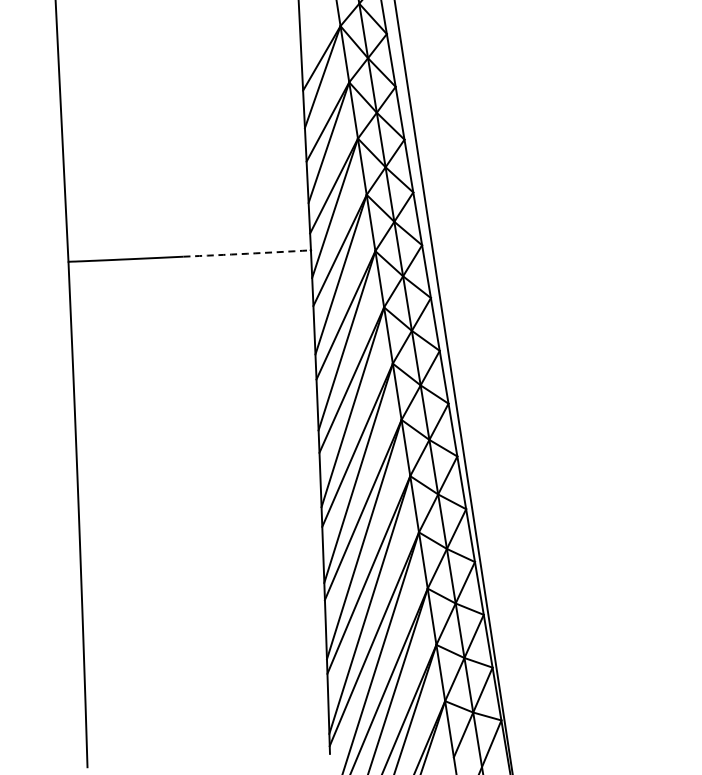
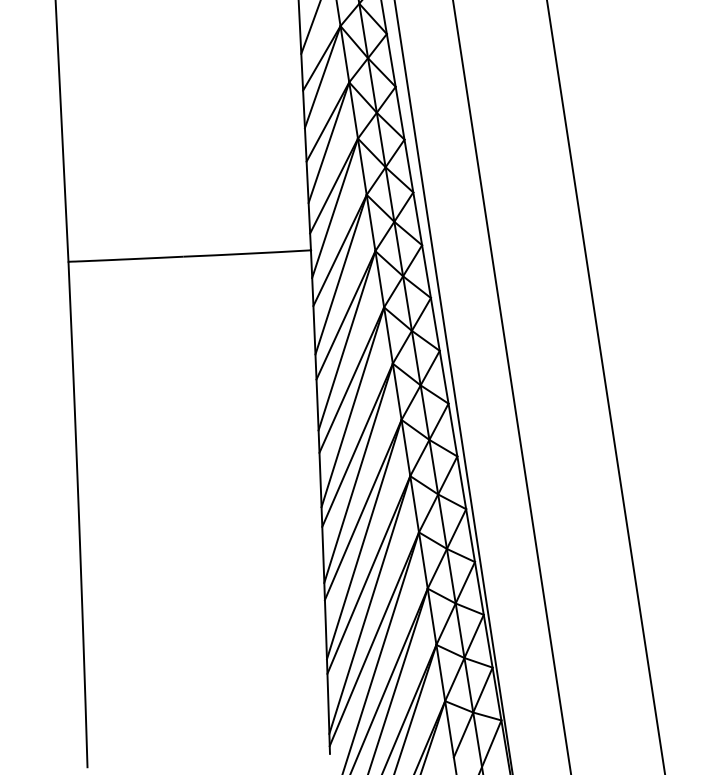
line at (310, 27): none -> present
arc at (247, 253): dashed -> solid
line at (511, 386): none -> present
line at (605, 386): none -> present
